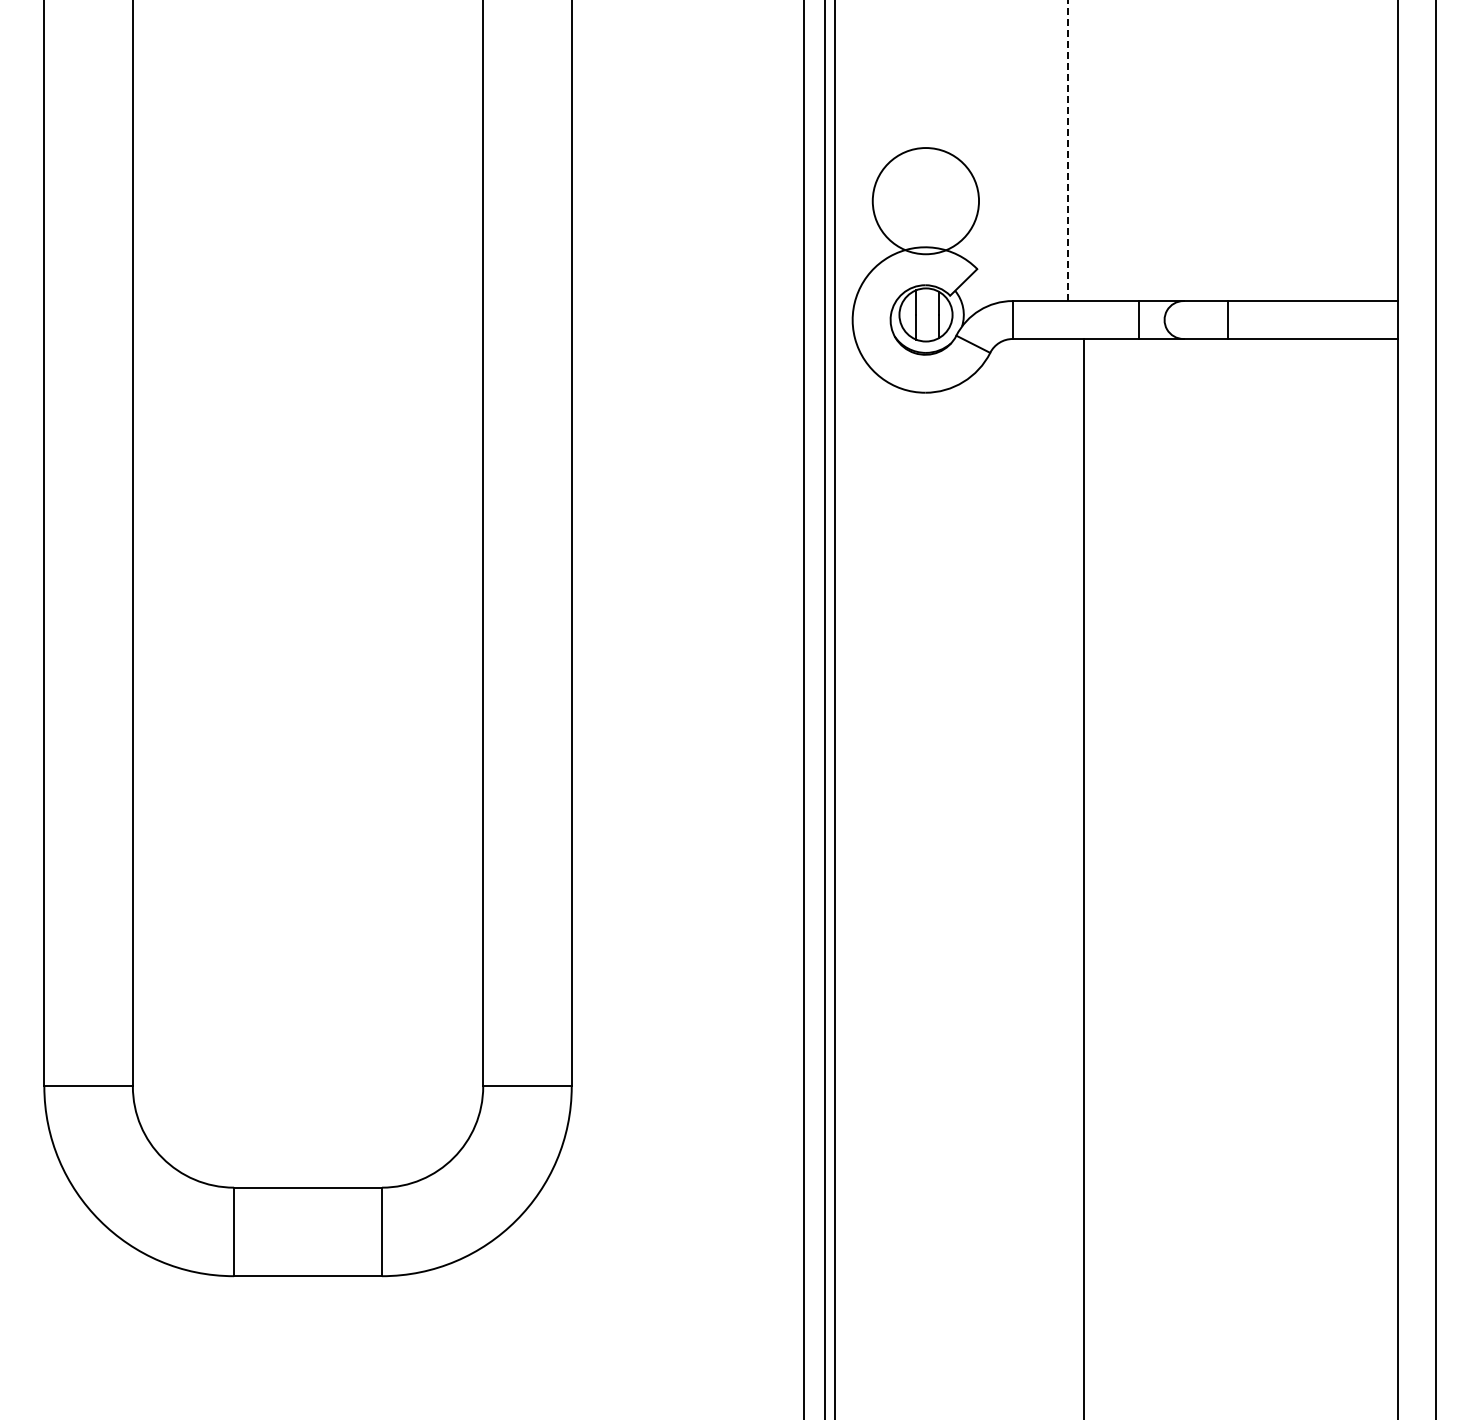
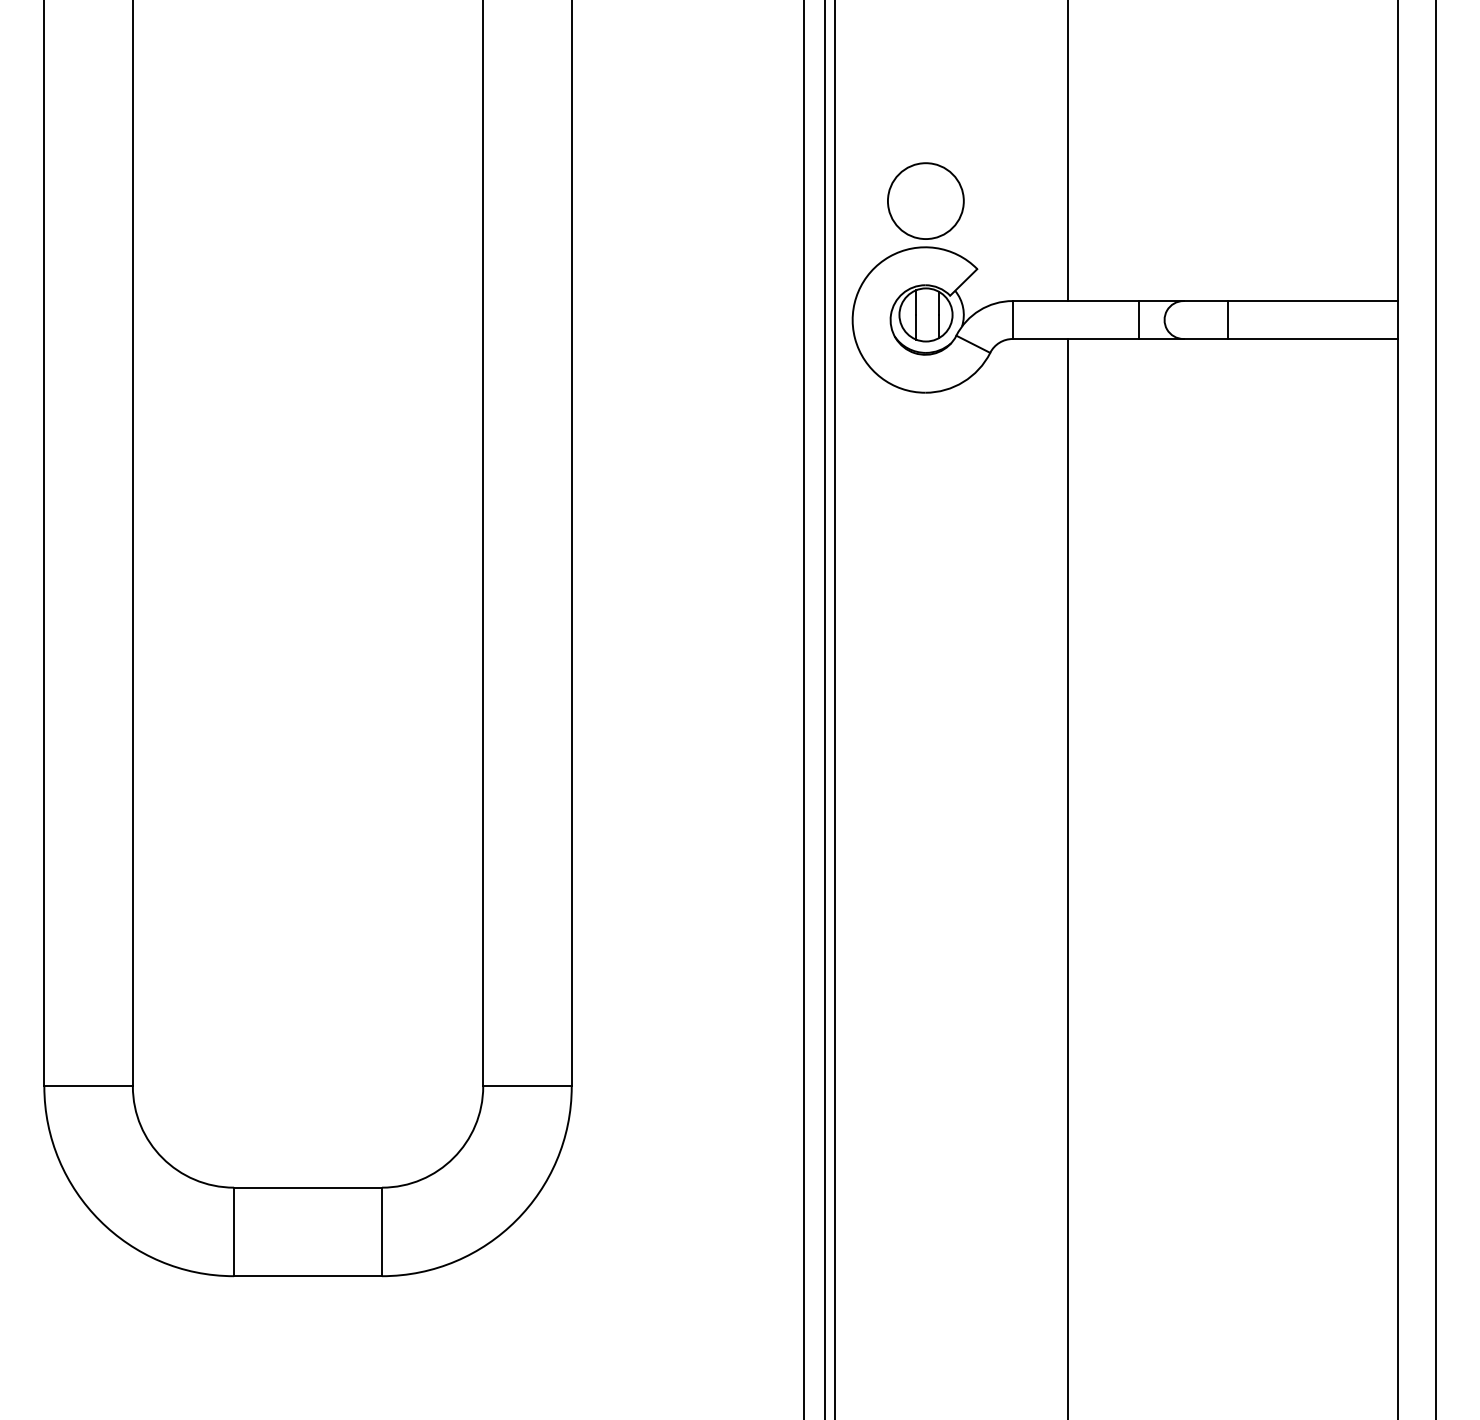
line at (1067, 150): dashed -> solid
circle at (925, 201) diameter: 106 px -> 76 px
line at (1083, 877) position: (1083, 877) -> (1067, 877)
